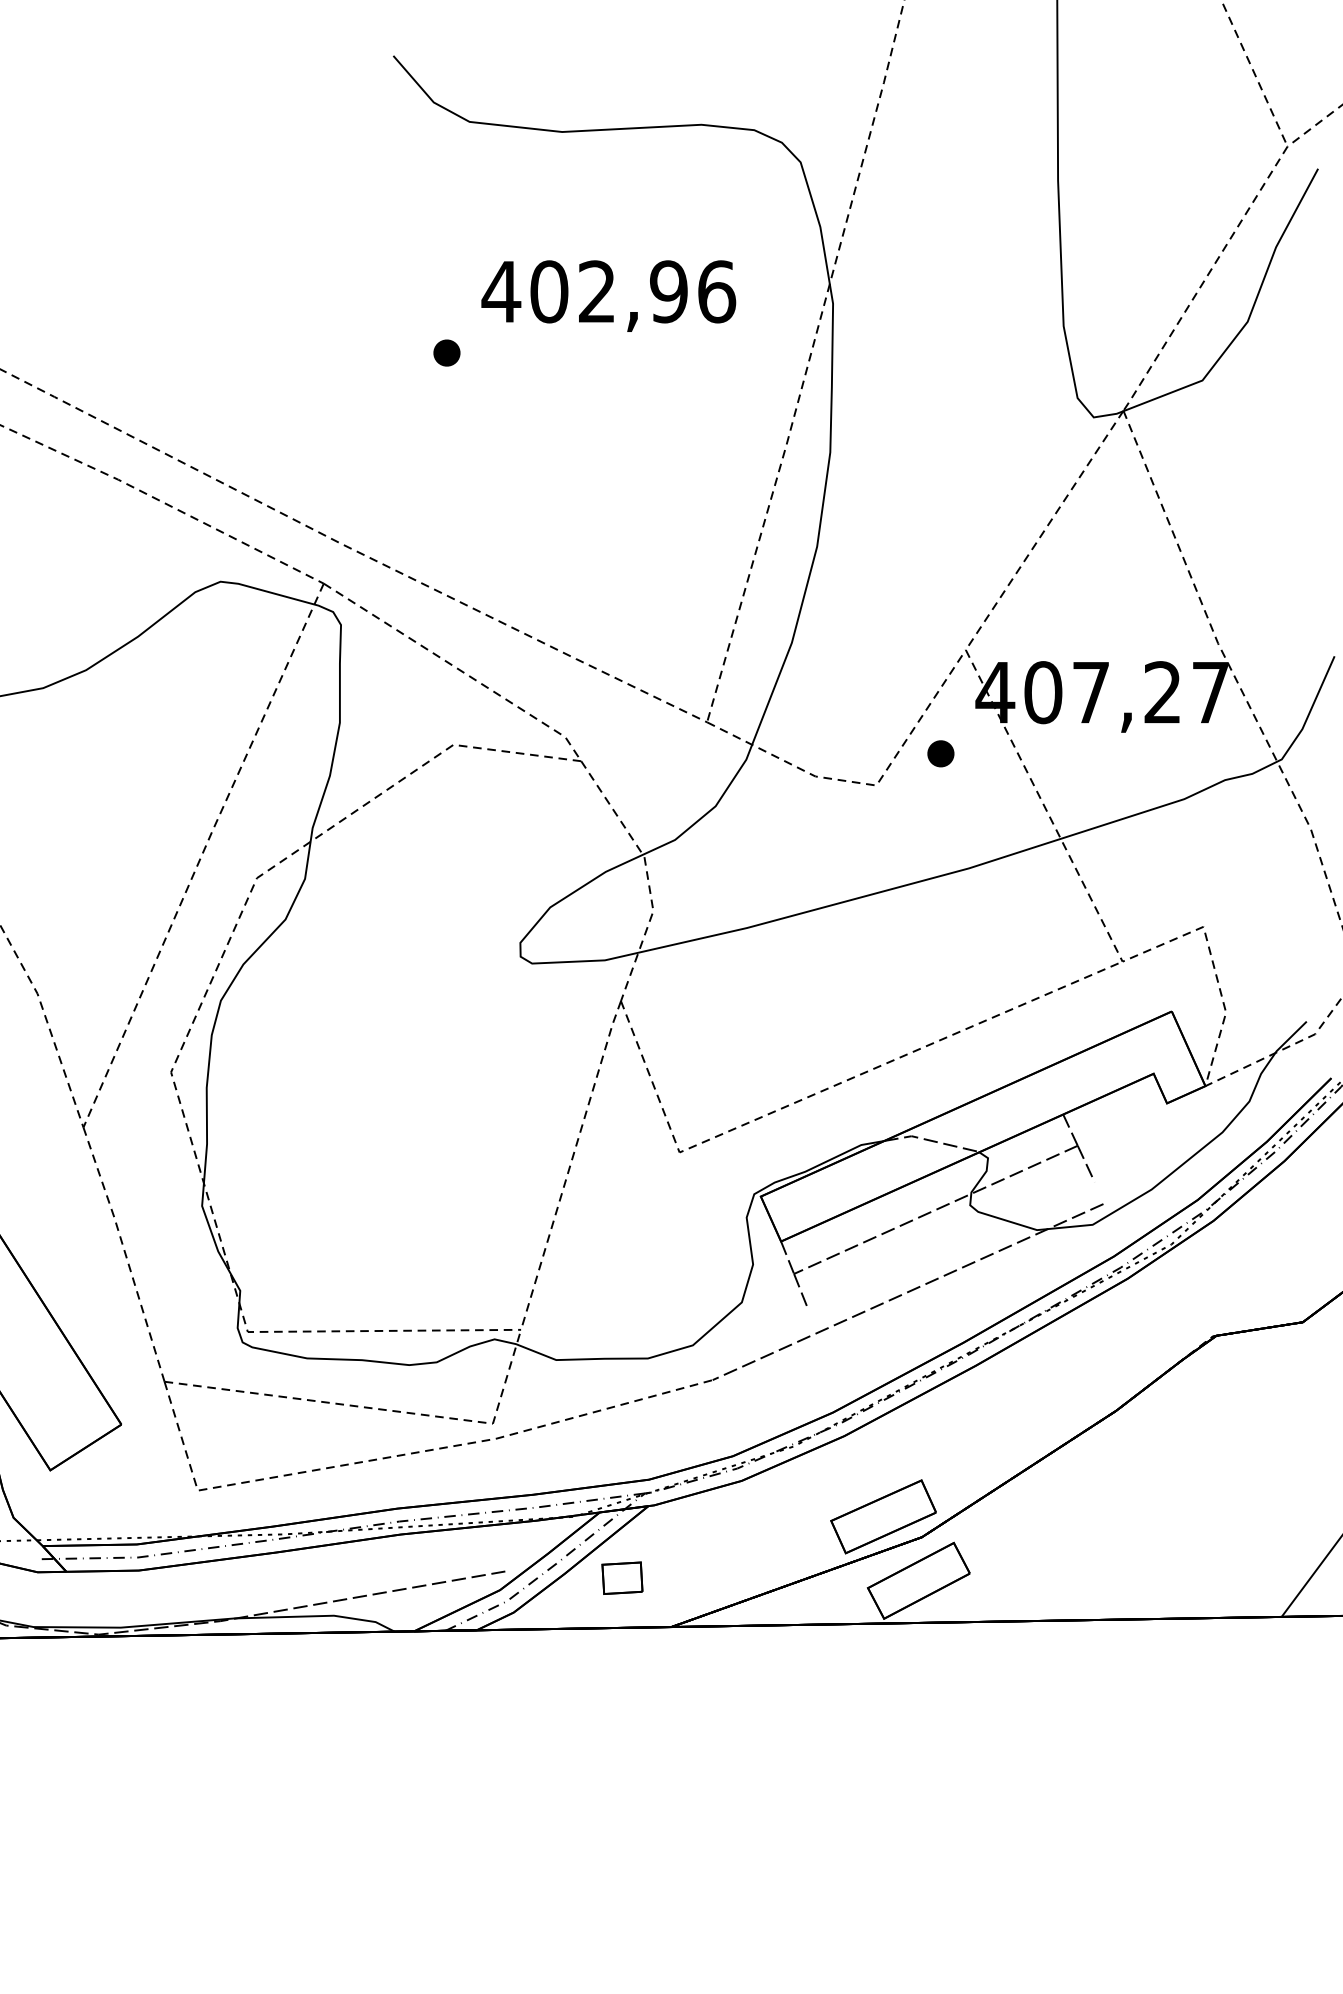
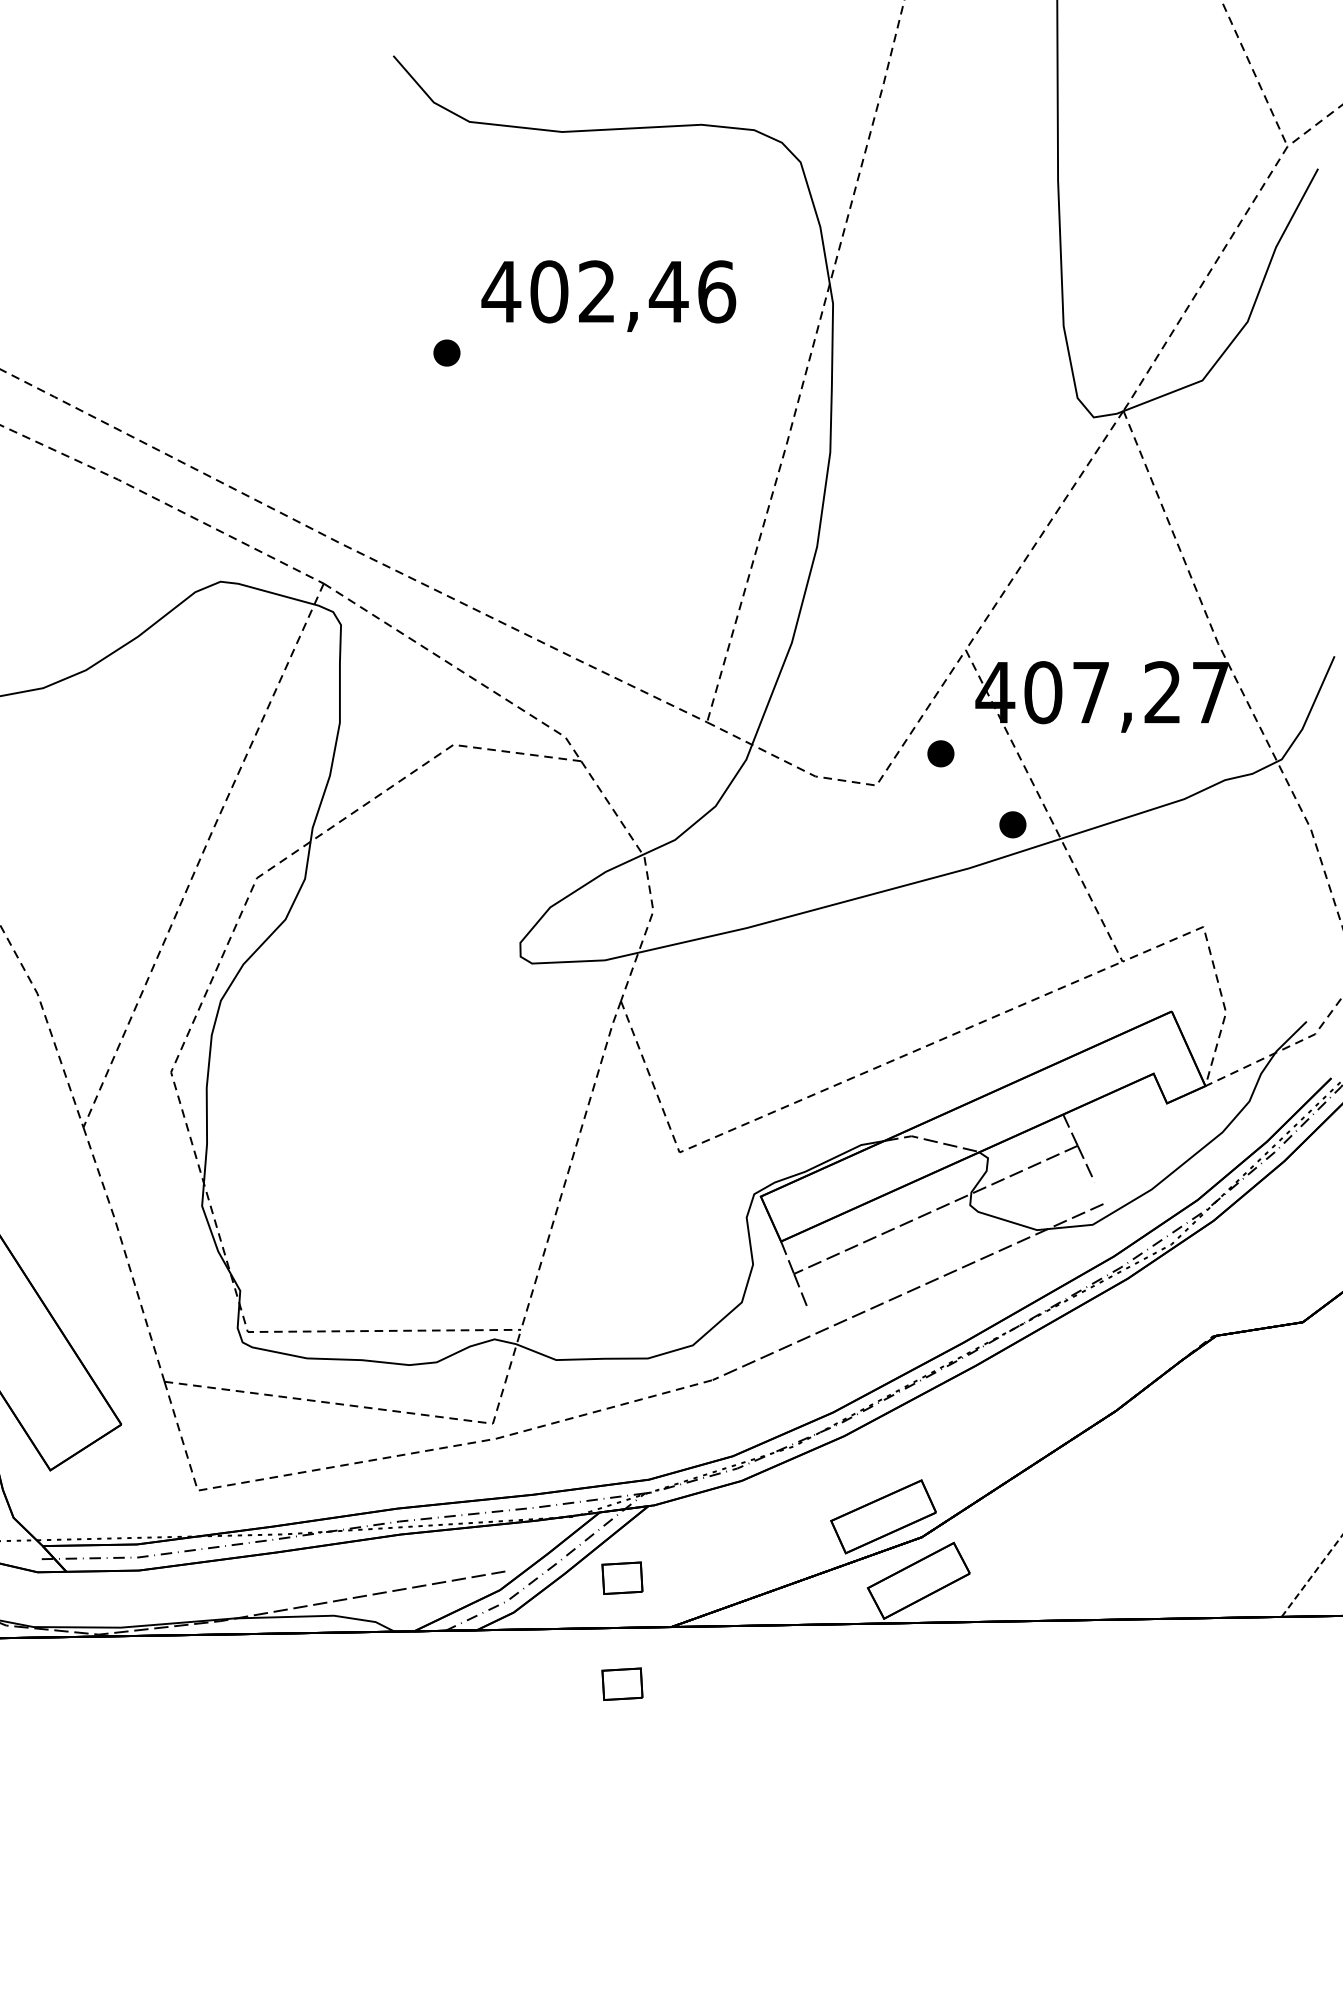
text at (668, 291): 402,96 -> 402,46
part at (1012, 824): none -> present
line at (1312, 1576): solid -> dashed
part at (622, 1683): none -> present
